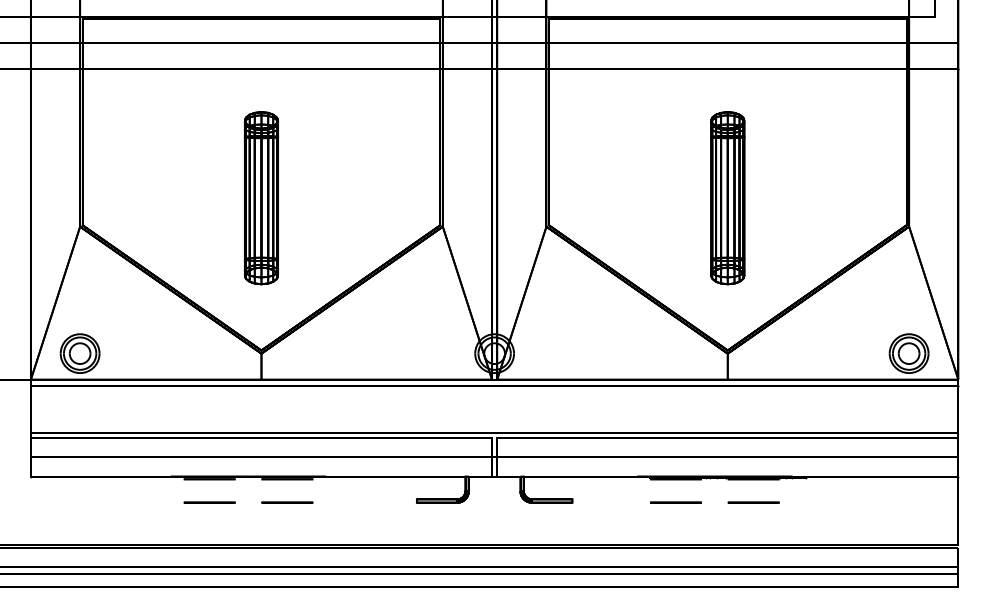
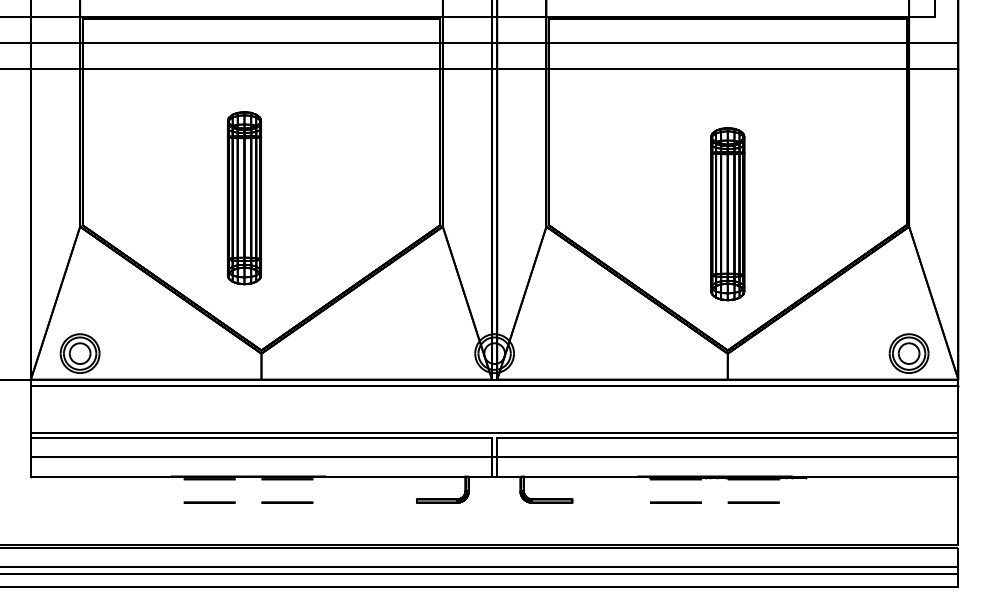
part at (261, 198) position: (261, 198) -> (244, 198)
part at (727, 198) position: (727, 198) -> (727, 214)
